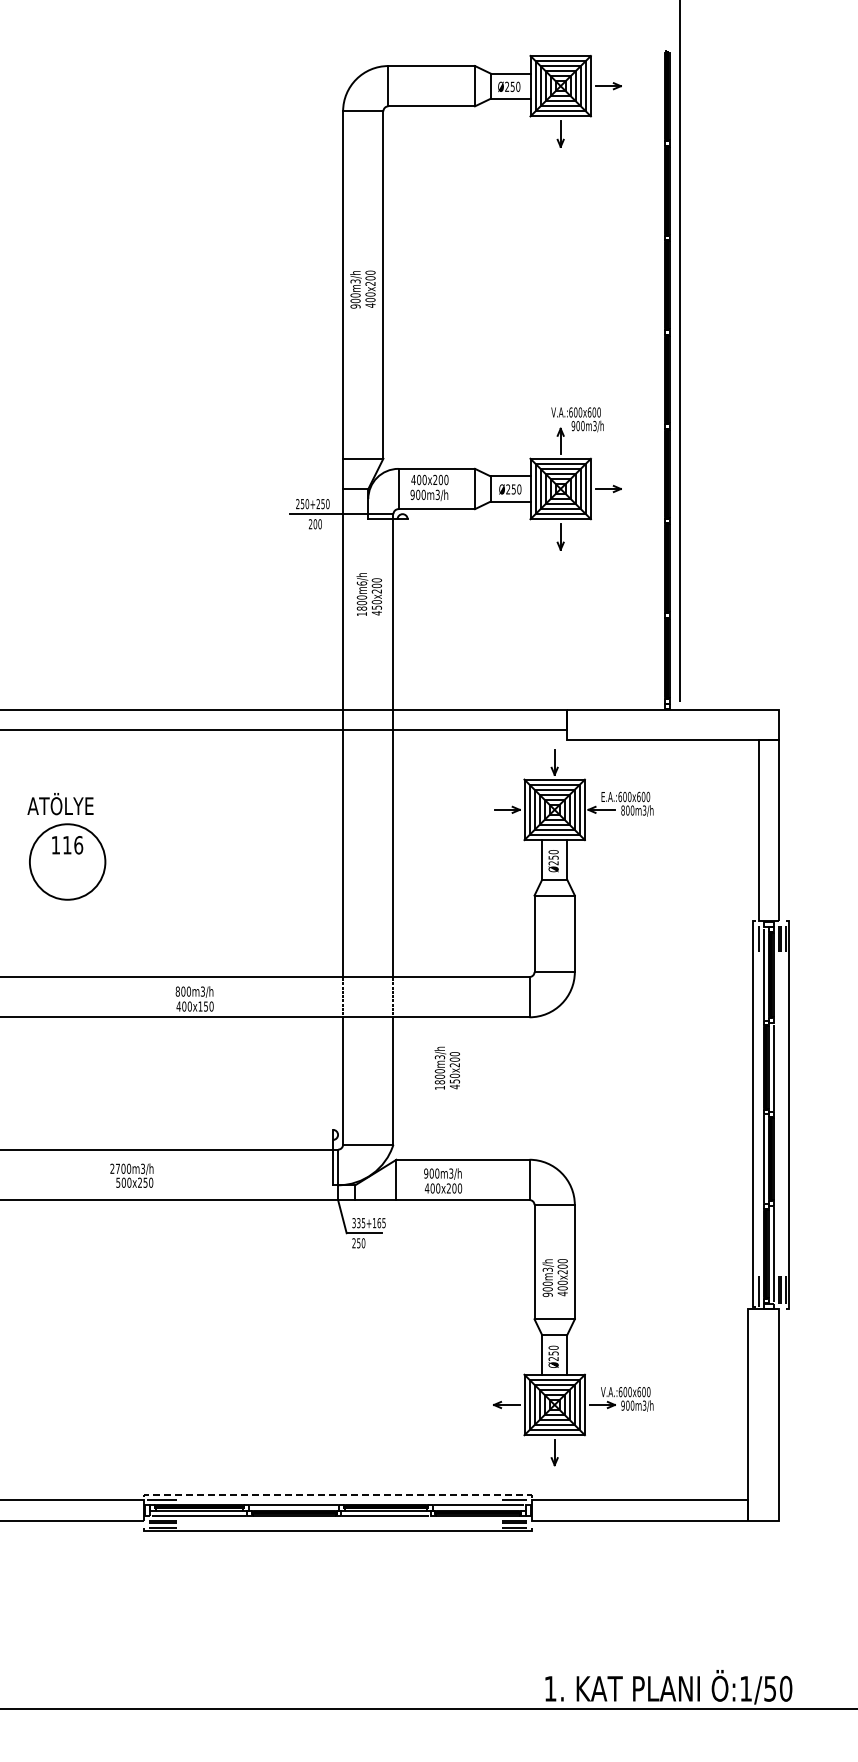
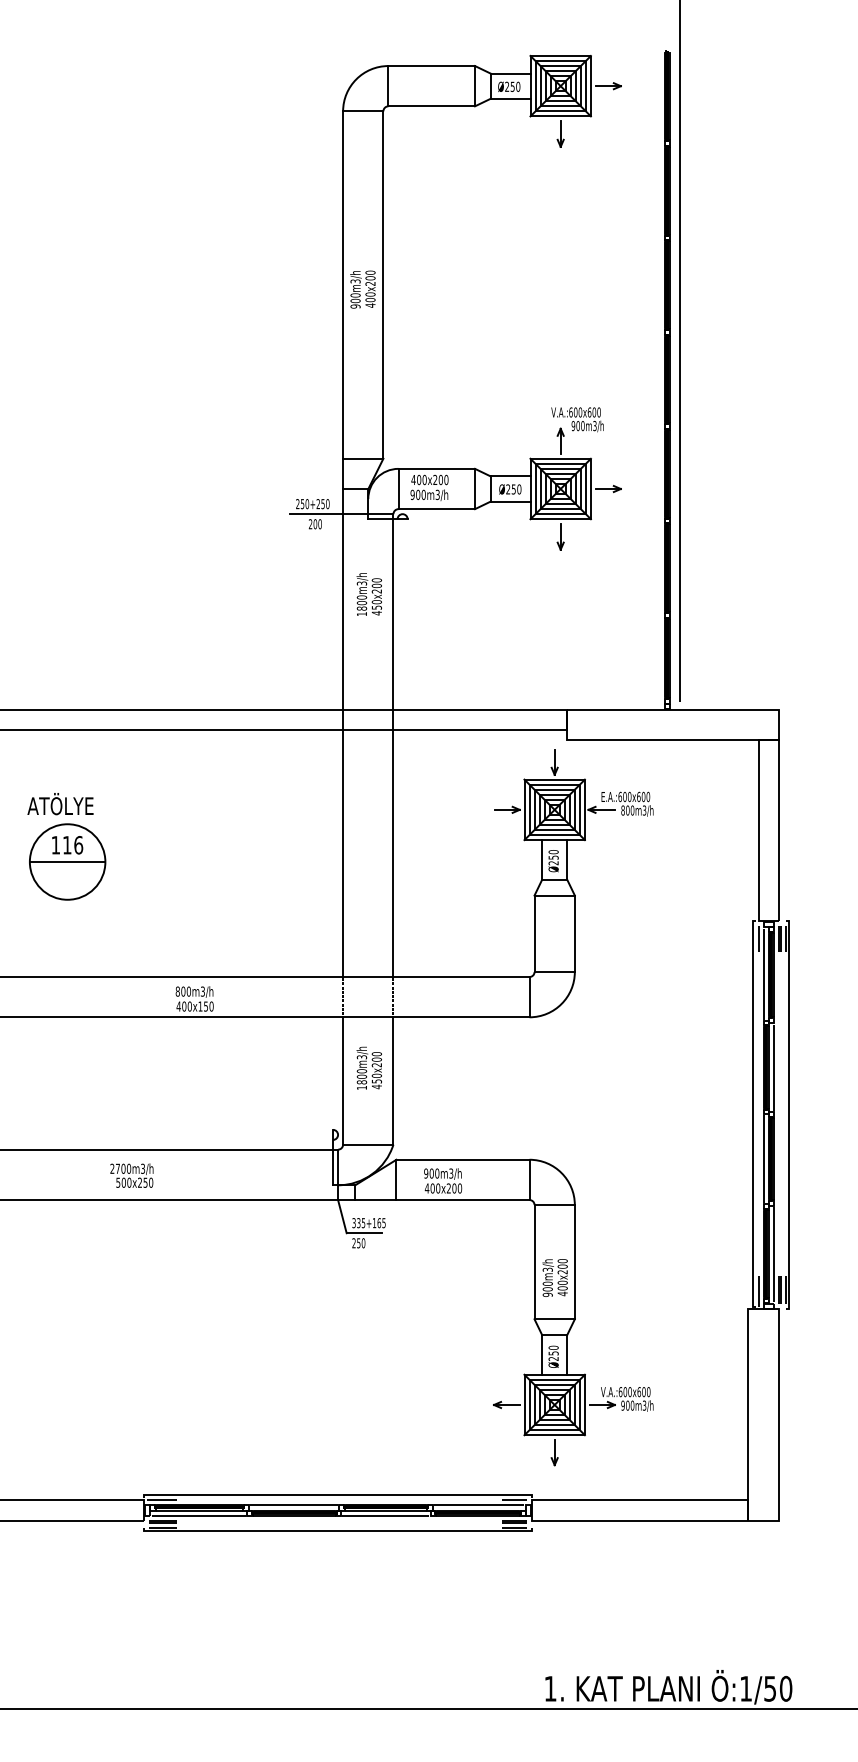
text at (361, 583): 1800m6/h -> 1800m3/h
line at (67, 862): none -> present
text at (446, 1067) position: (446, 1067) -> (368, 1067)
line at (338, 1495): dashed -> solid
